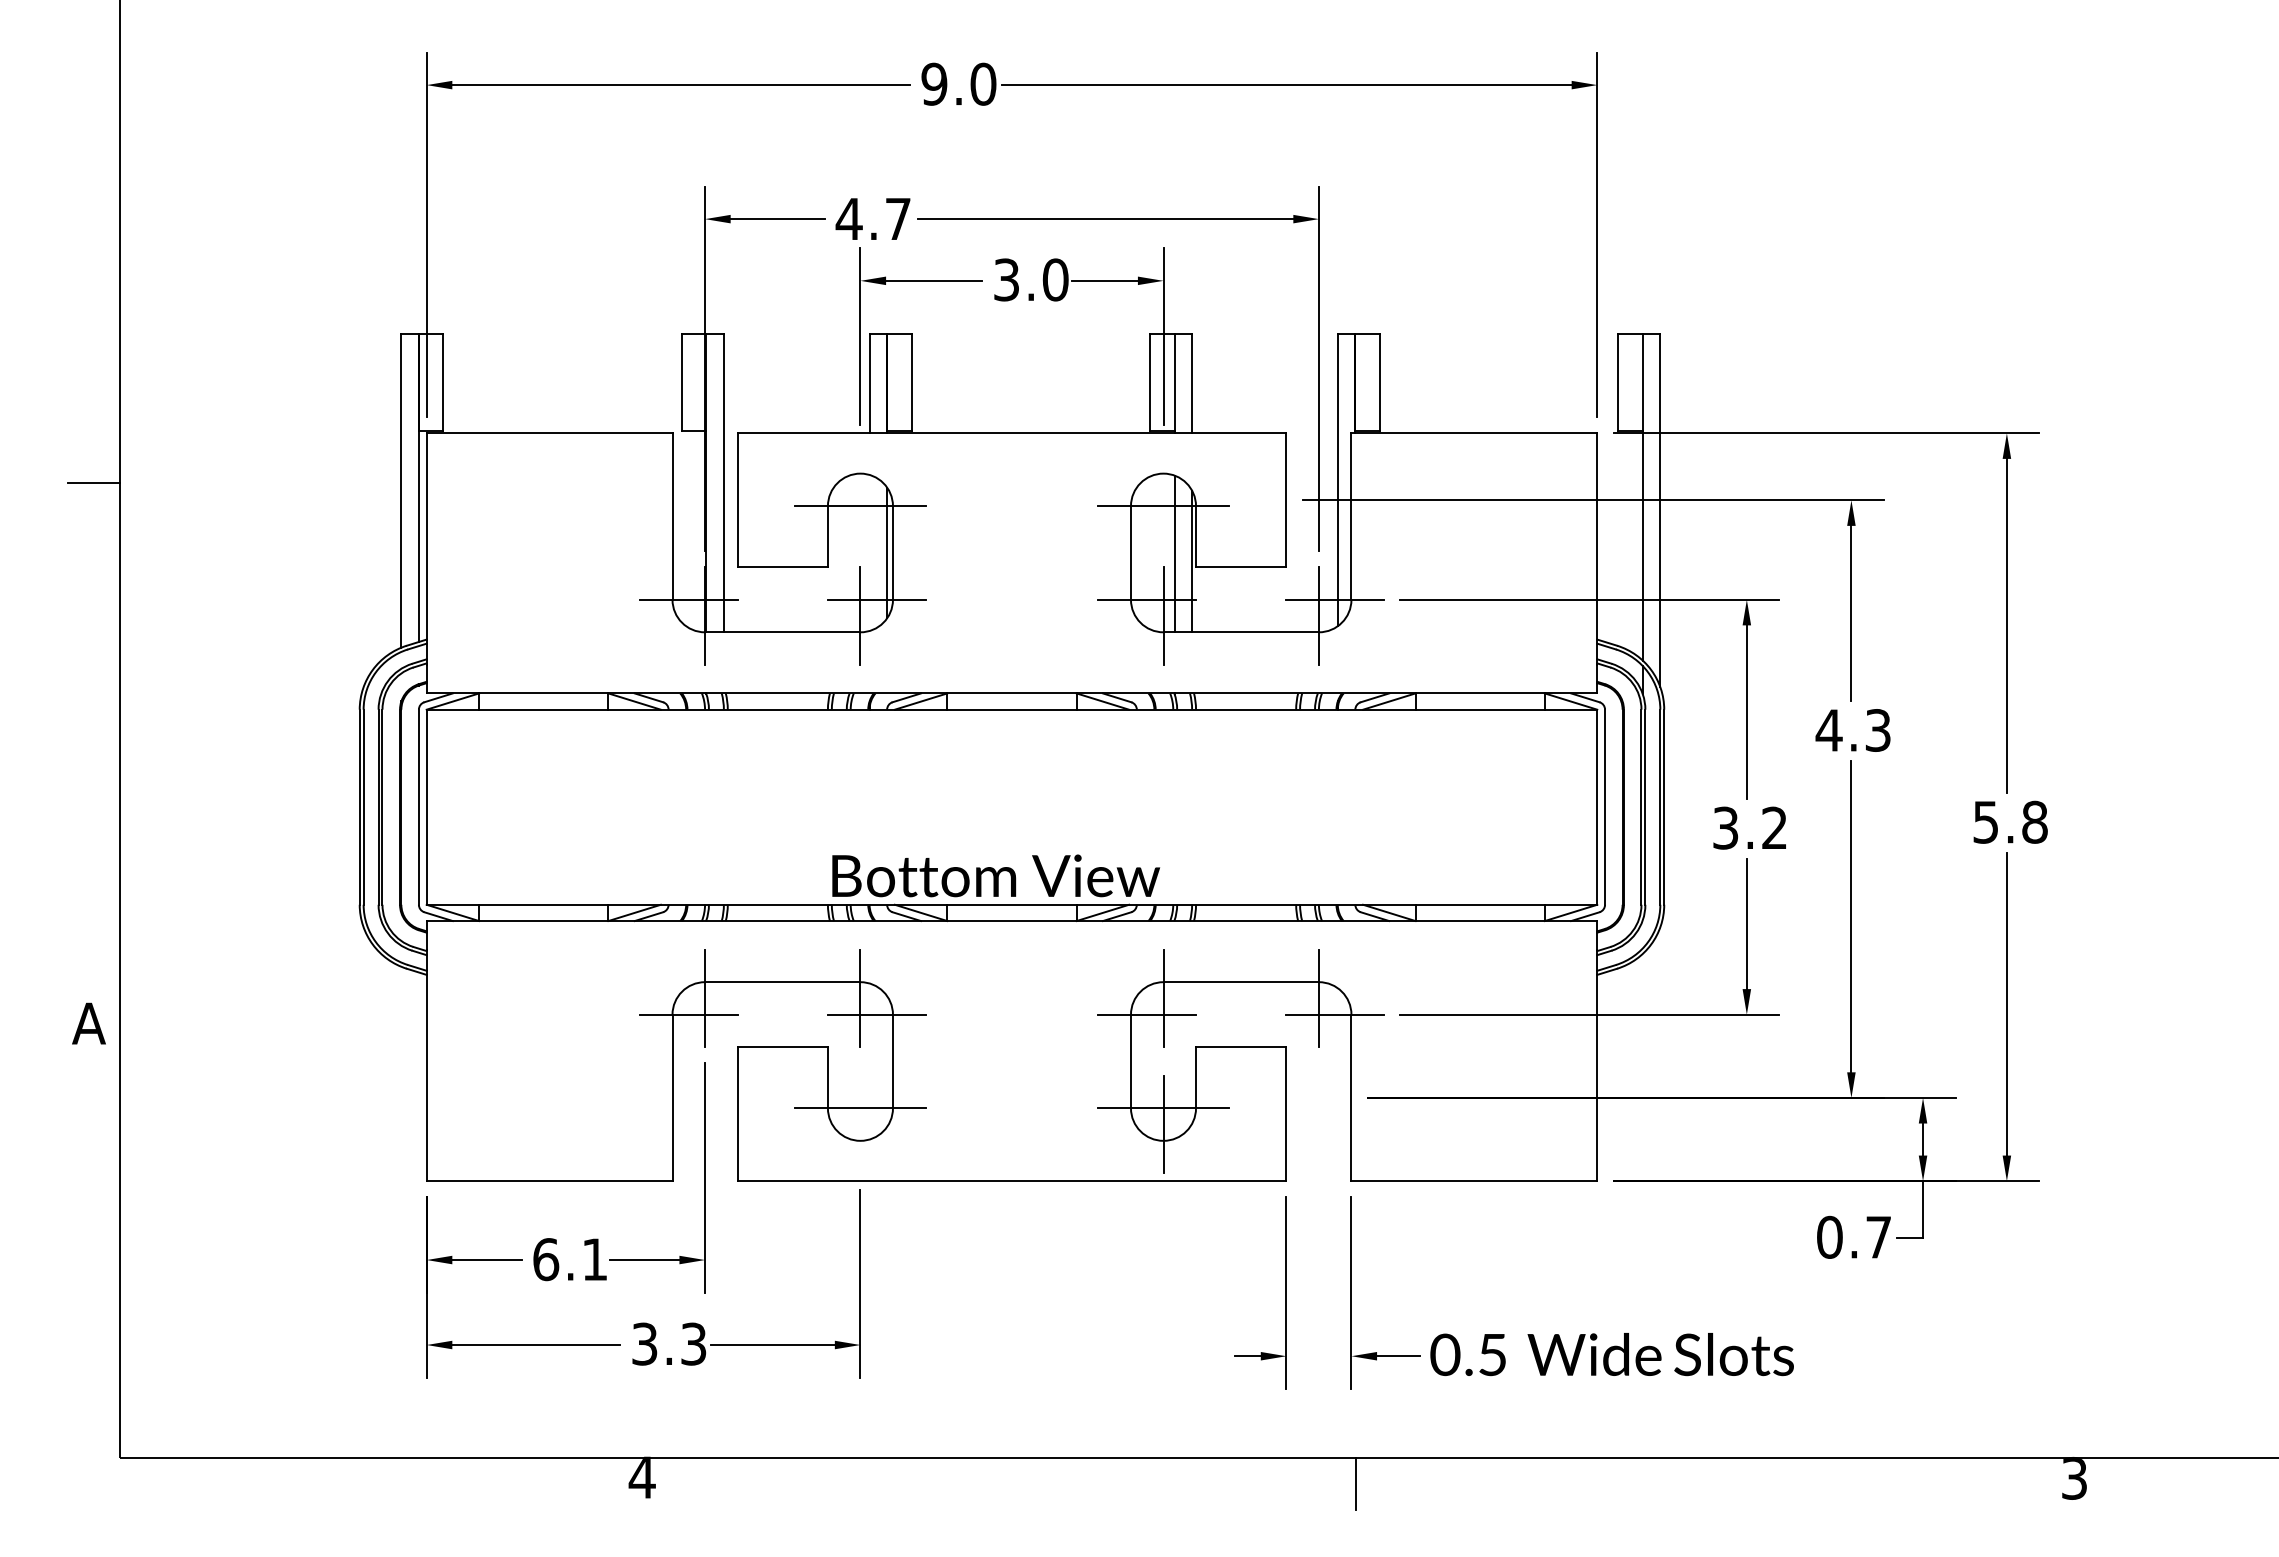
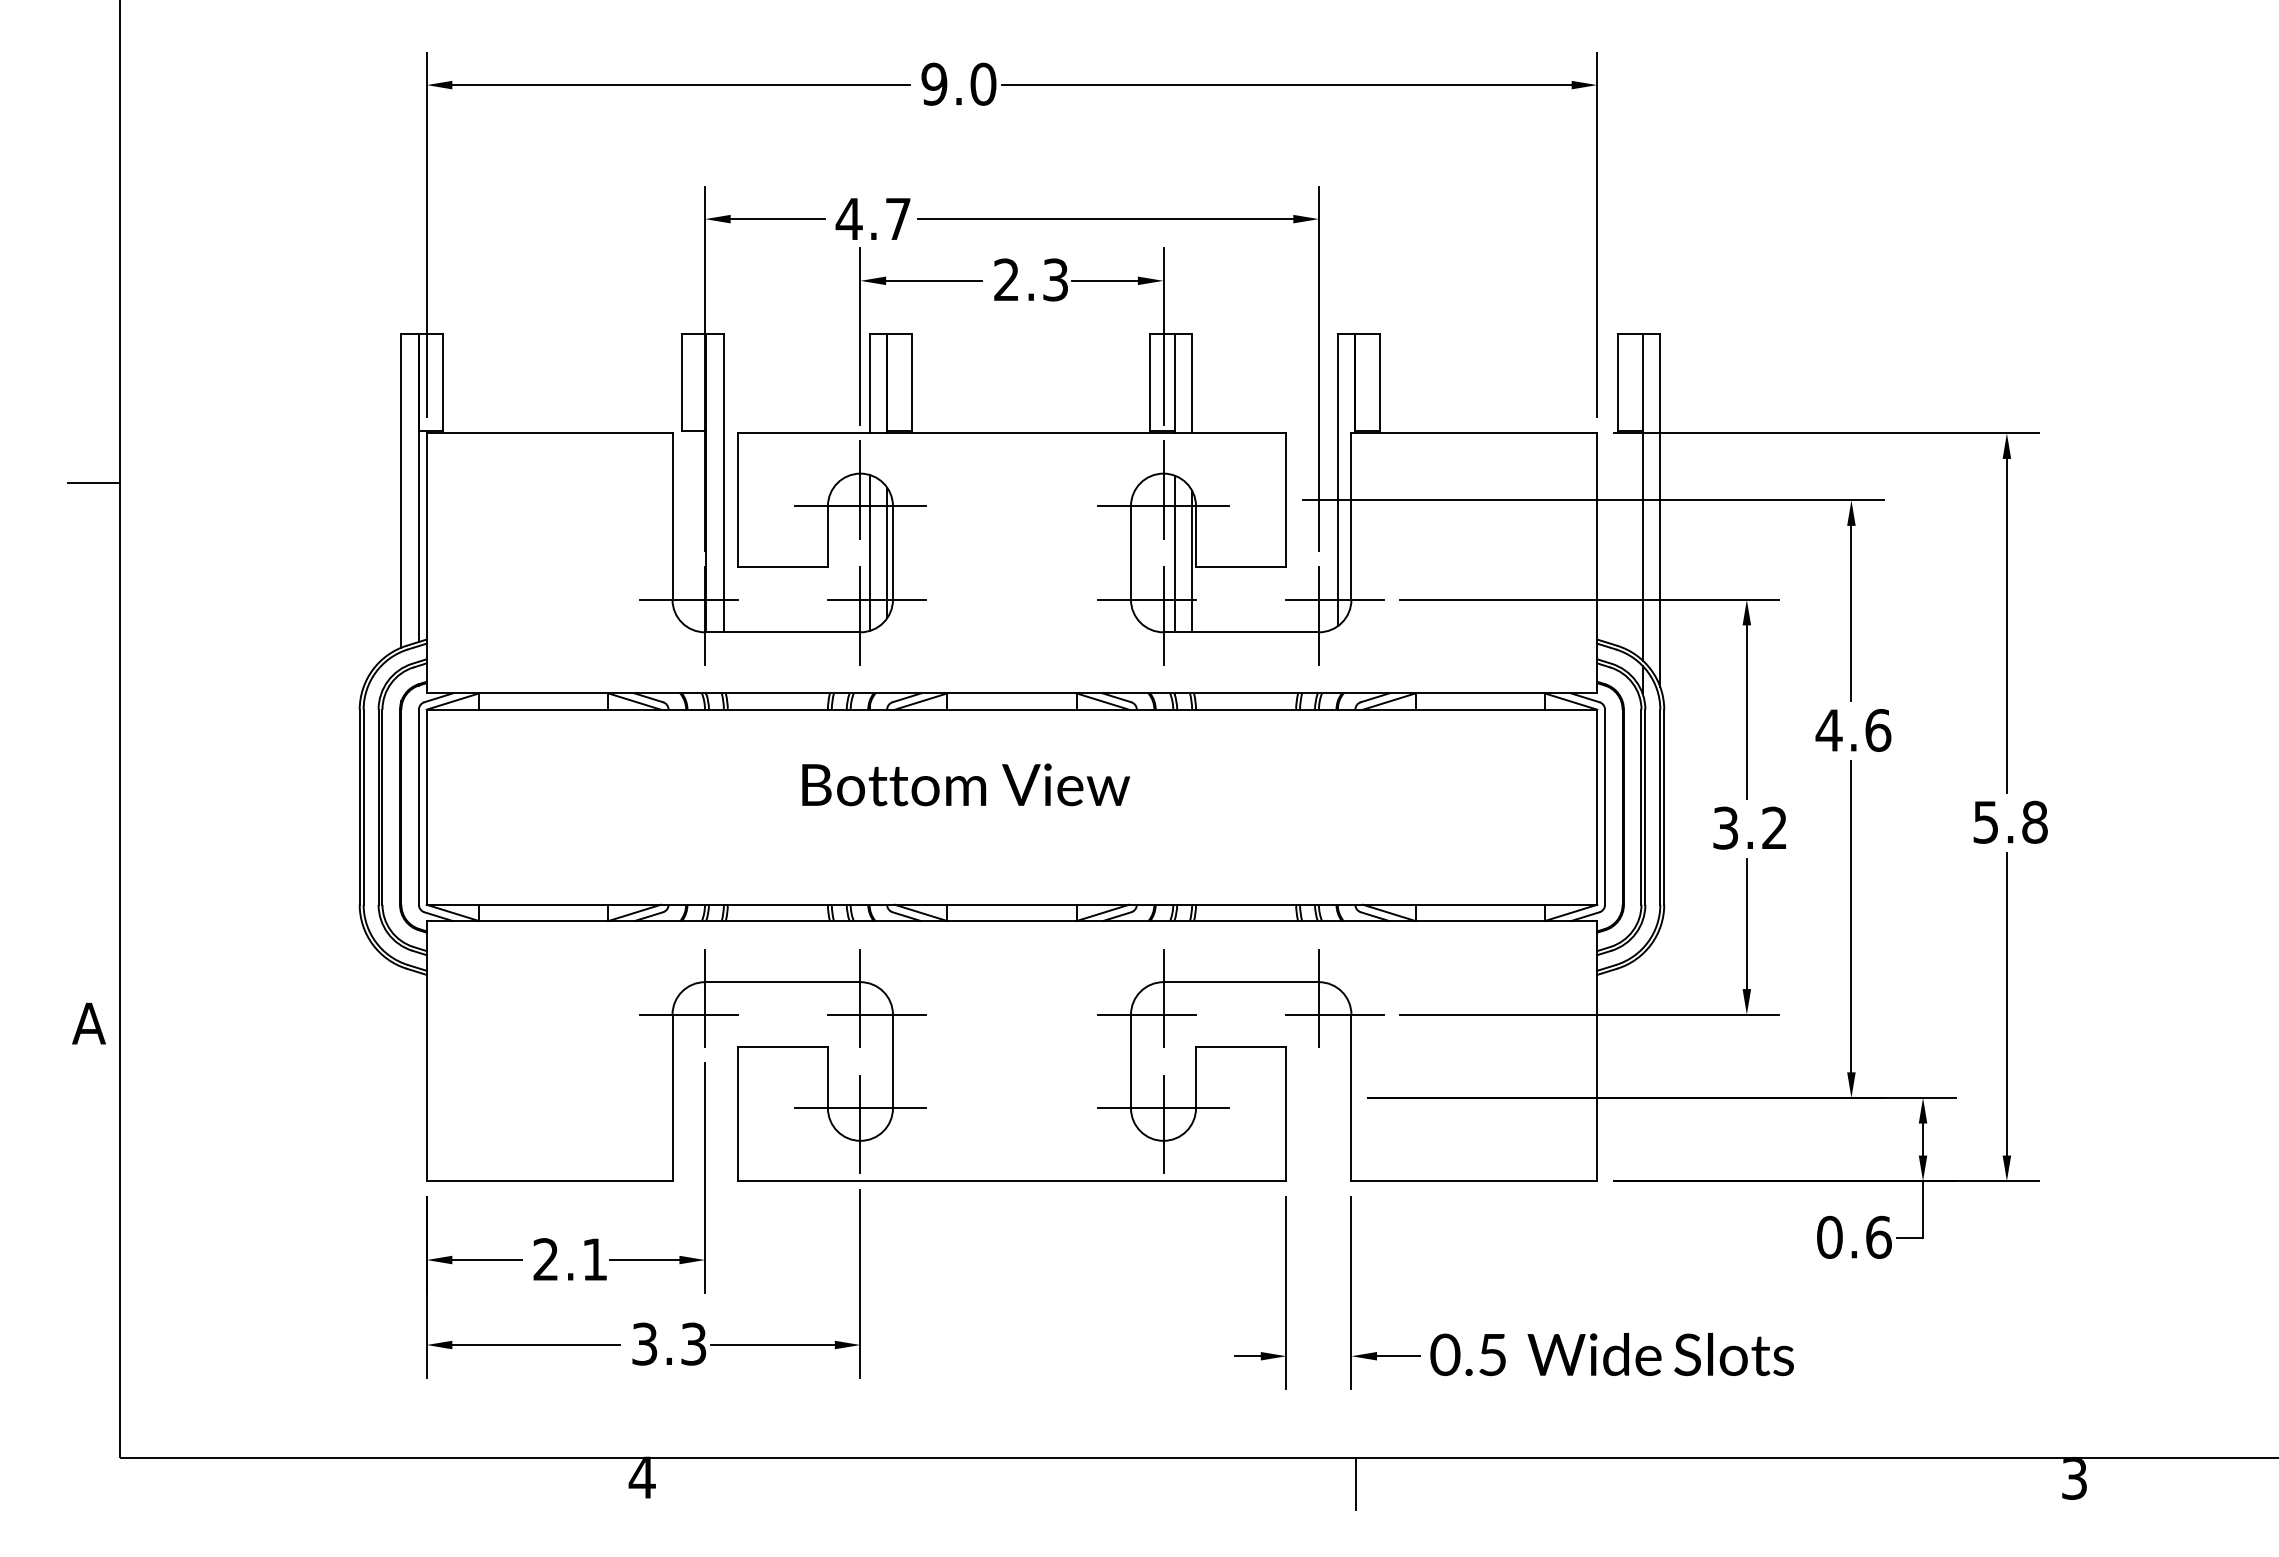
text at (1031, 279): 3.0 -> 2.3
line at (860, 489): none -> present
line at (1163, 489): none -> present
line at (869, 552): none -> present
text at (1878, 730): 4.3 -> 4.6
text at (996, 875) position: (996, 875) -> (966, 784)
line at (860, 1124): none -> present
text at (1878, 1236): 0.7 -> 0.6
text at (546, 1259): 6.1 -> 2.1
